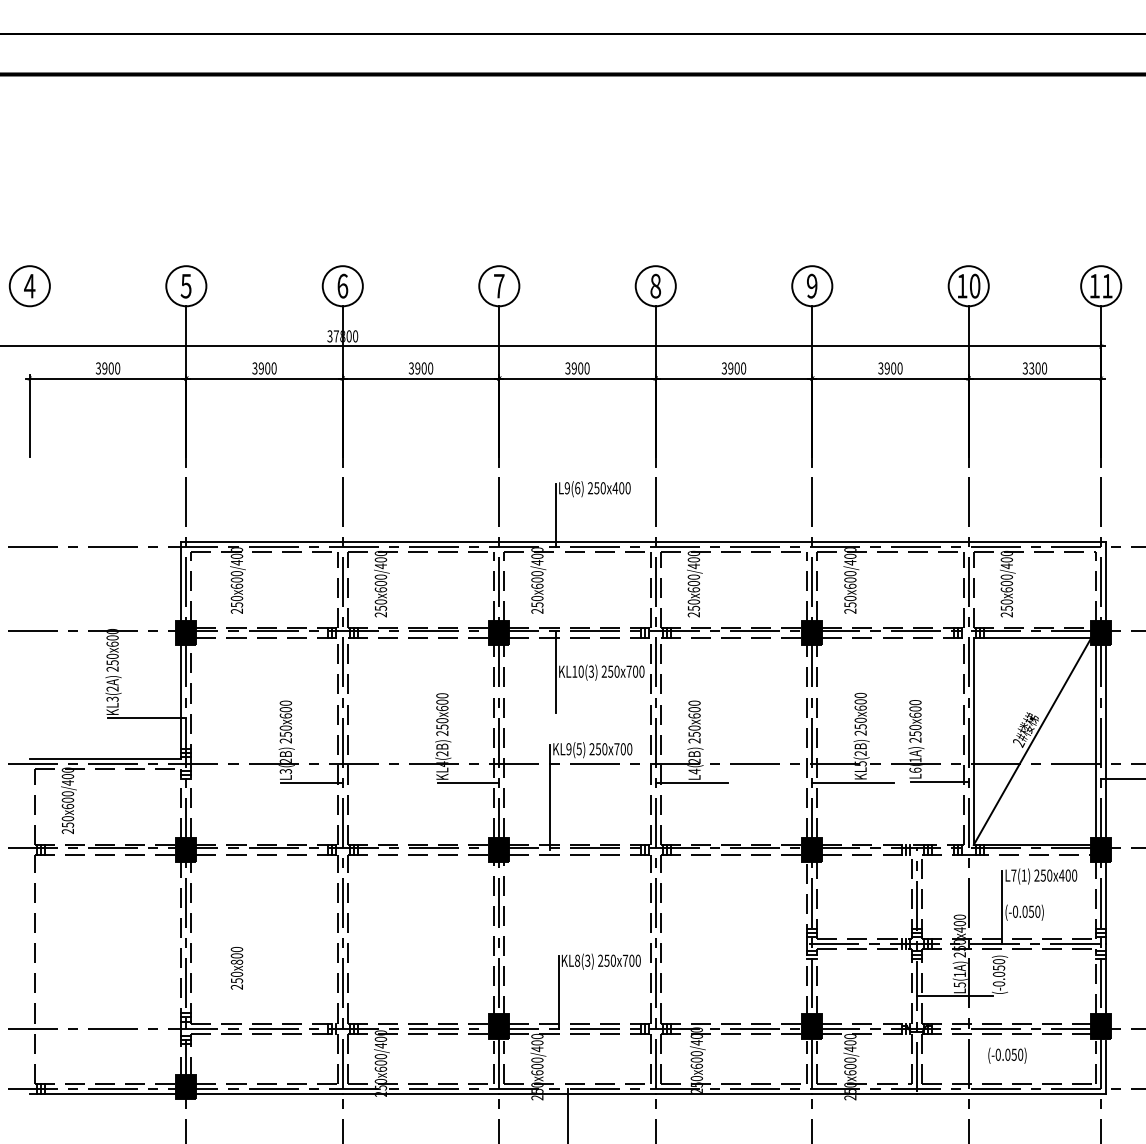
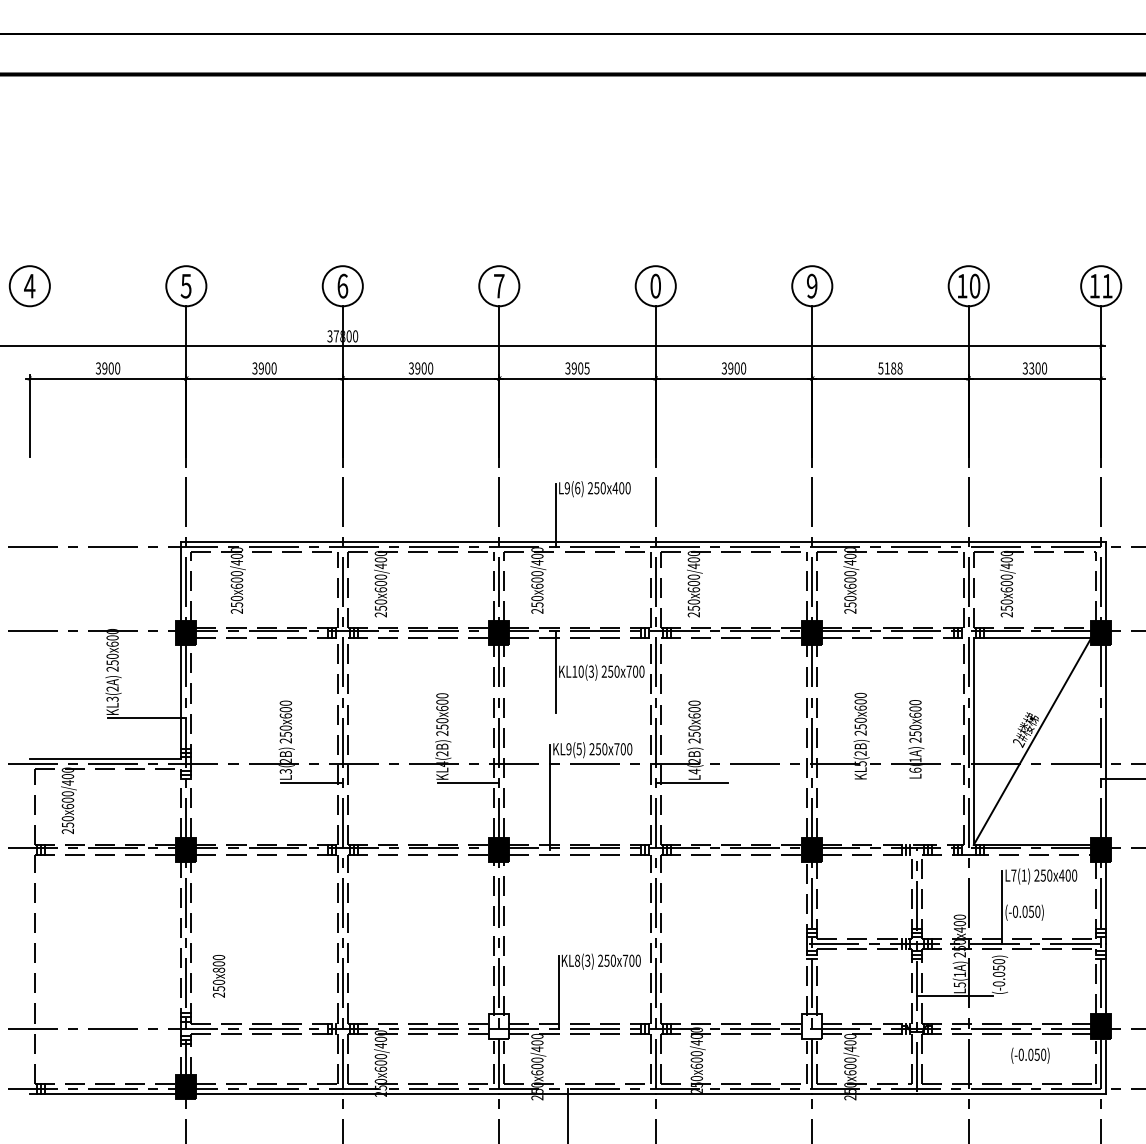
text at (655, 286): 8 -> 0
text at (586, 368): 3900 -> 3905
text at (890, 368): 3900 -> 5188
line at (1096, 741): present -> none
line at (939, 781): present -> none
line at (852, 782): present -> none
text at (236, 968) position: (236, 968) -> (218, 976)
fill at (499, 1026): present -> none
fill at (812, 1026): present -> none
text at (1007, 1055) position: (1007, 1055) -> (1030, 1055)
